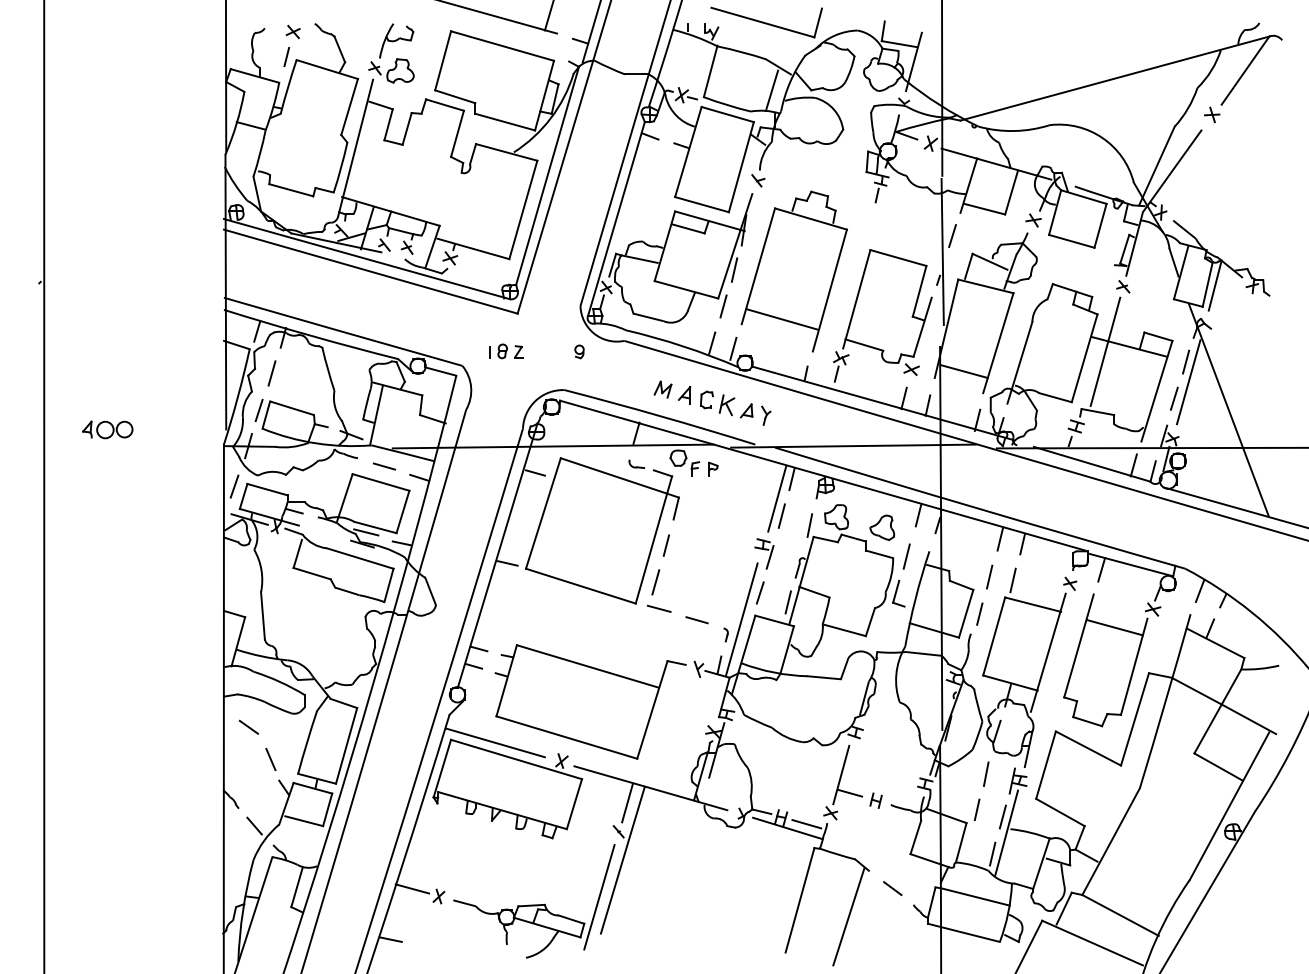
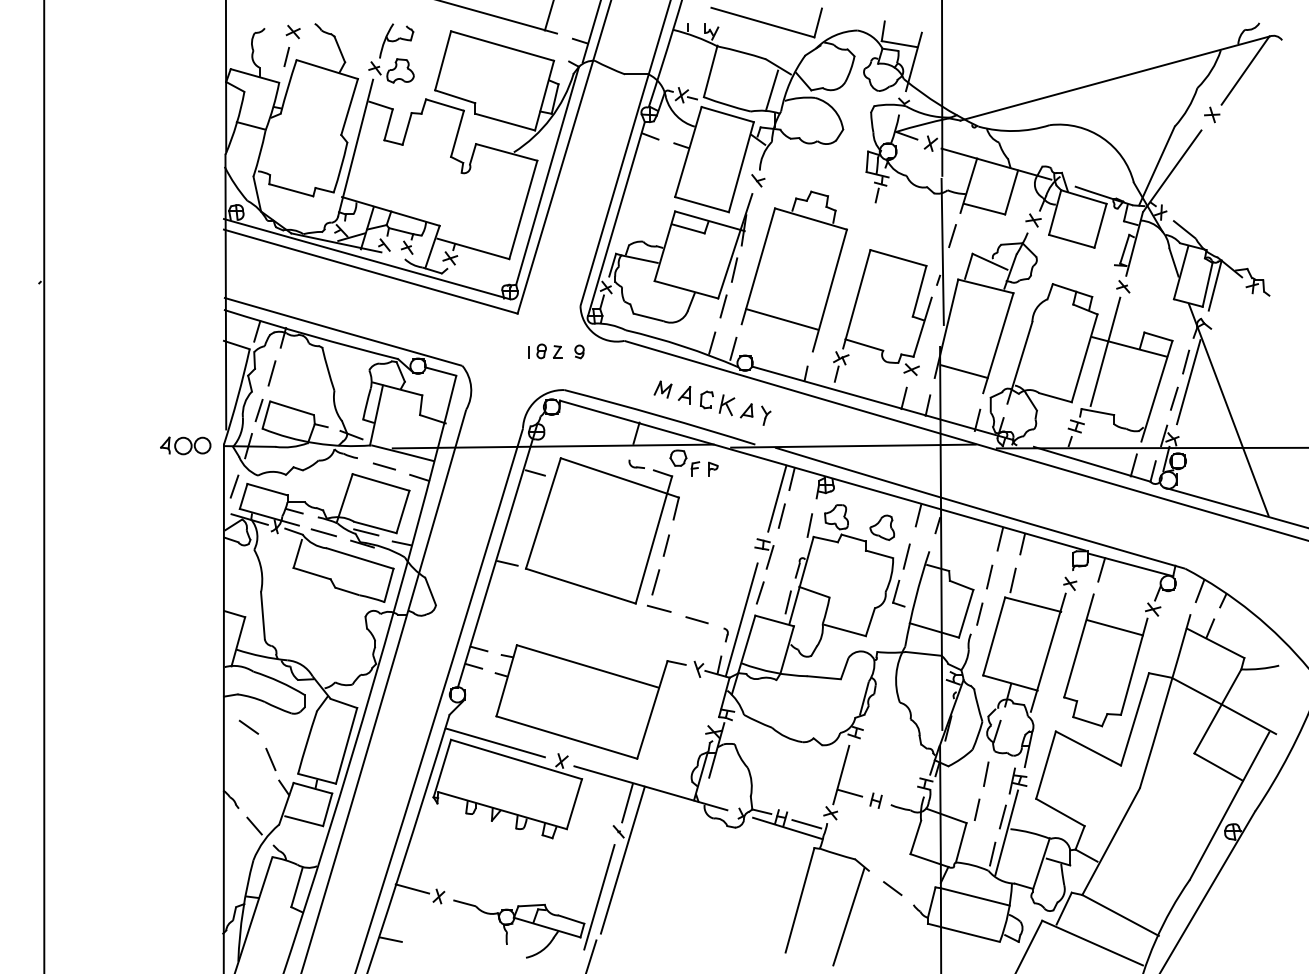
part at (506, 351) position: (506, 351) -> (545, 351)
part at (107, 429) position: (107, 429) -> (185, 445)
line at (323, 532): none -> present
line at (591, 955): none -> present
